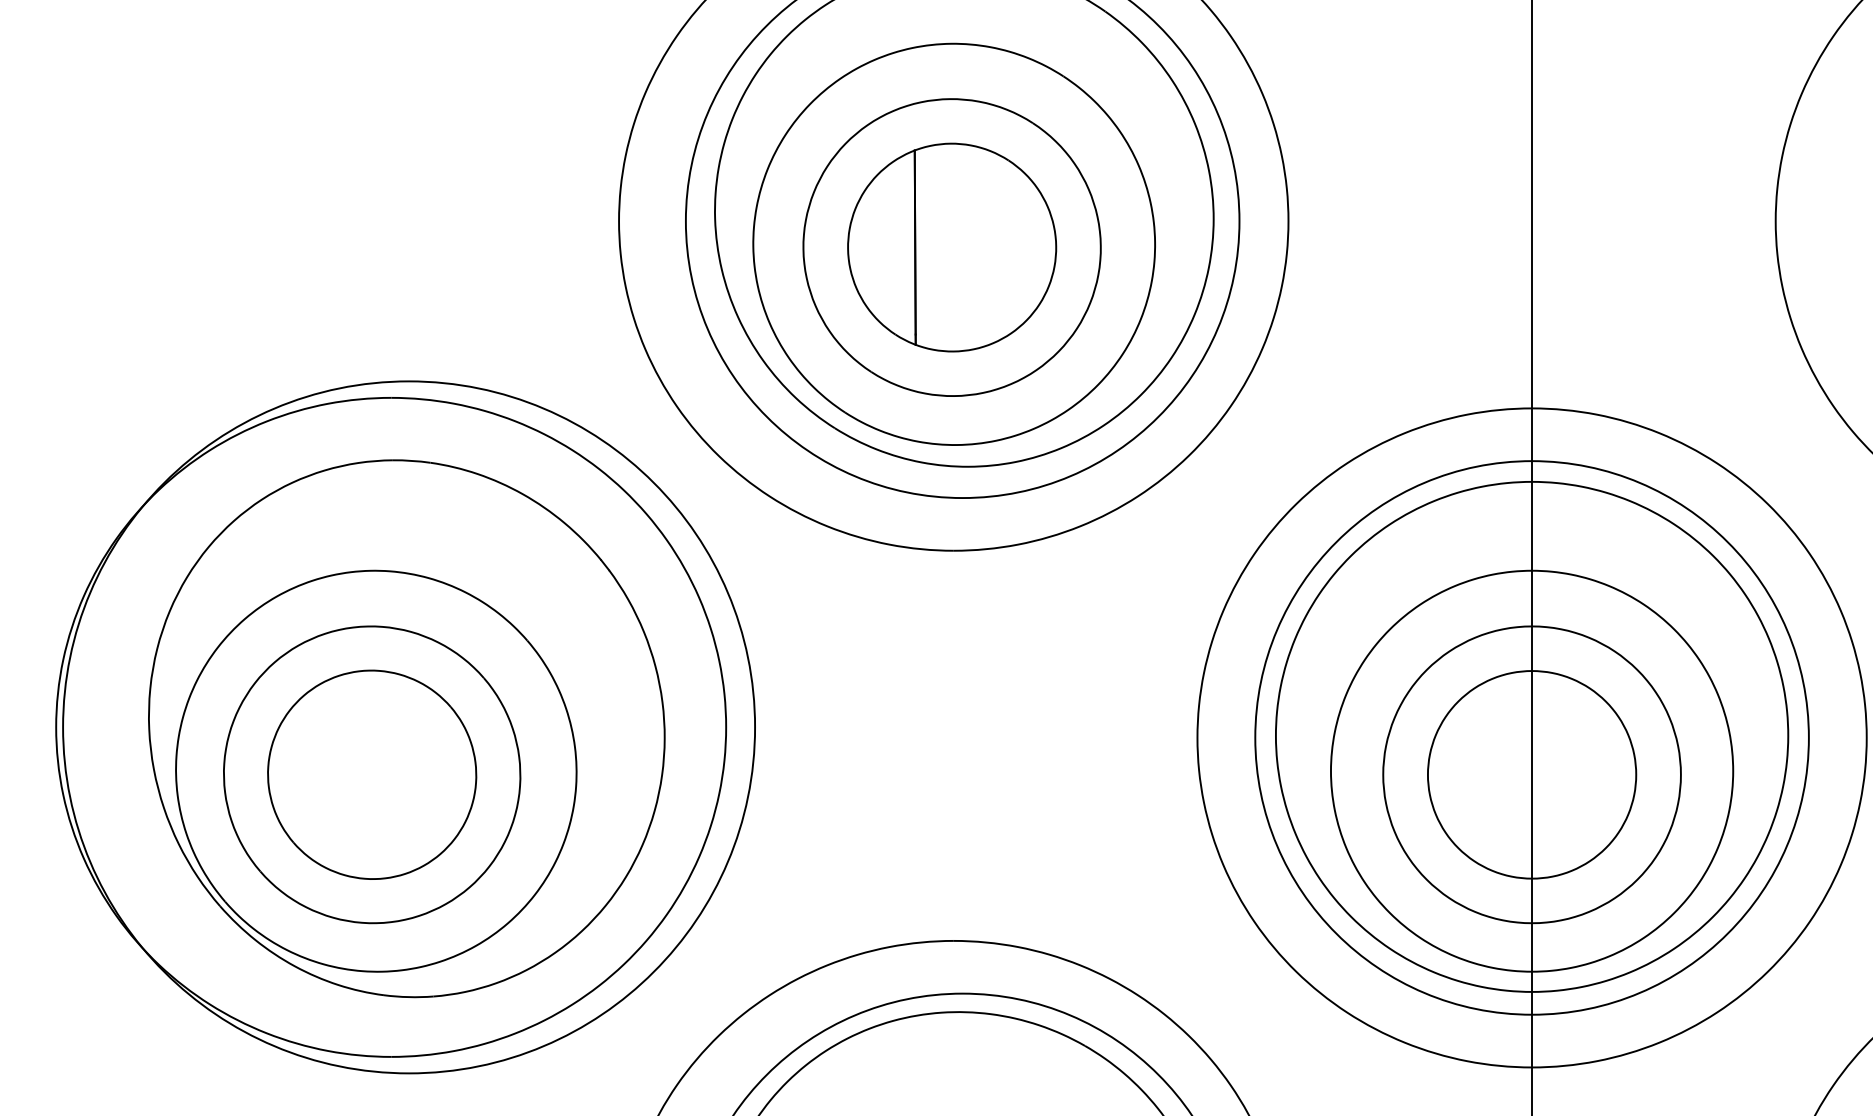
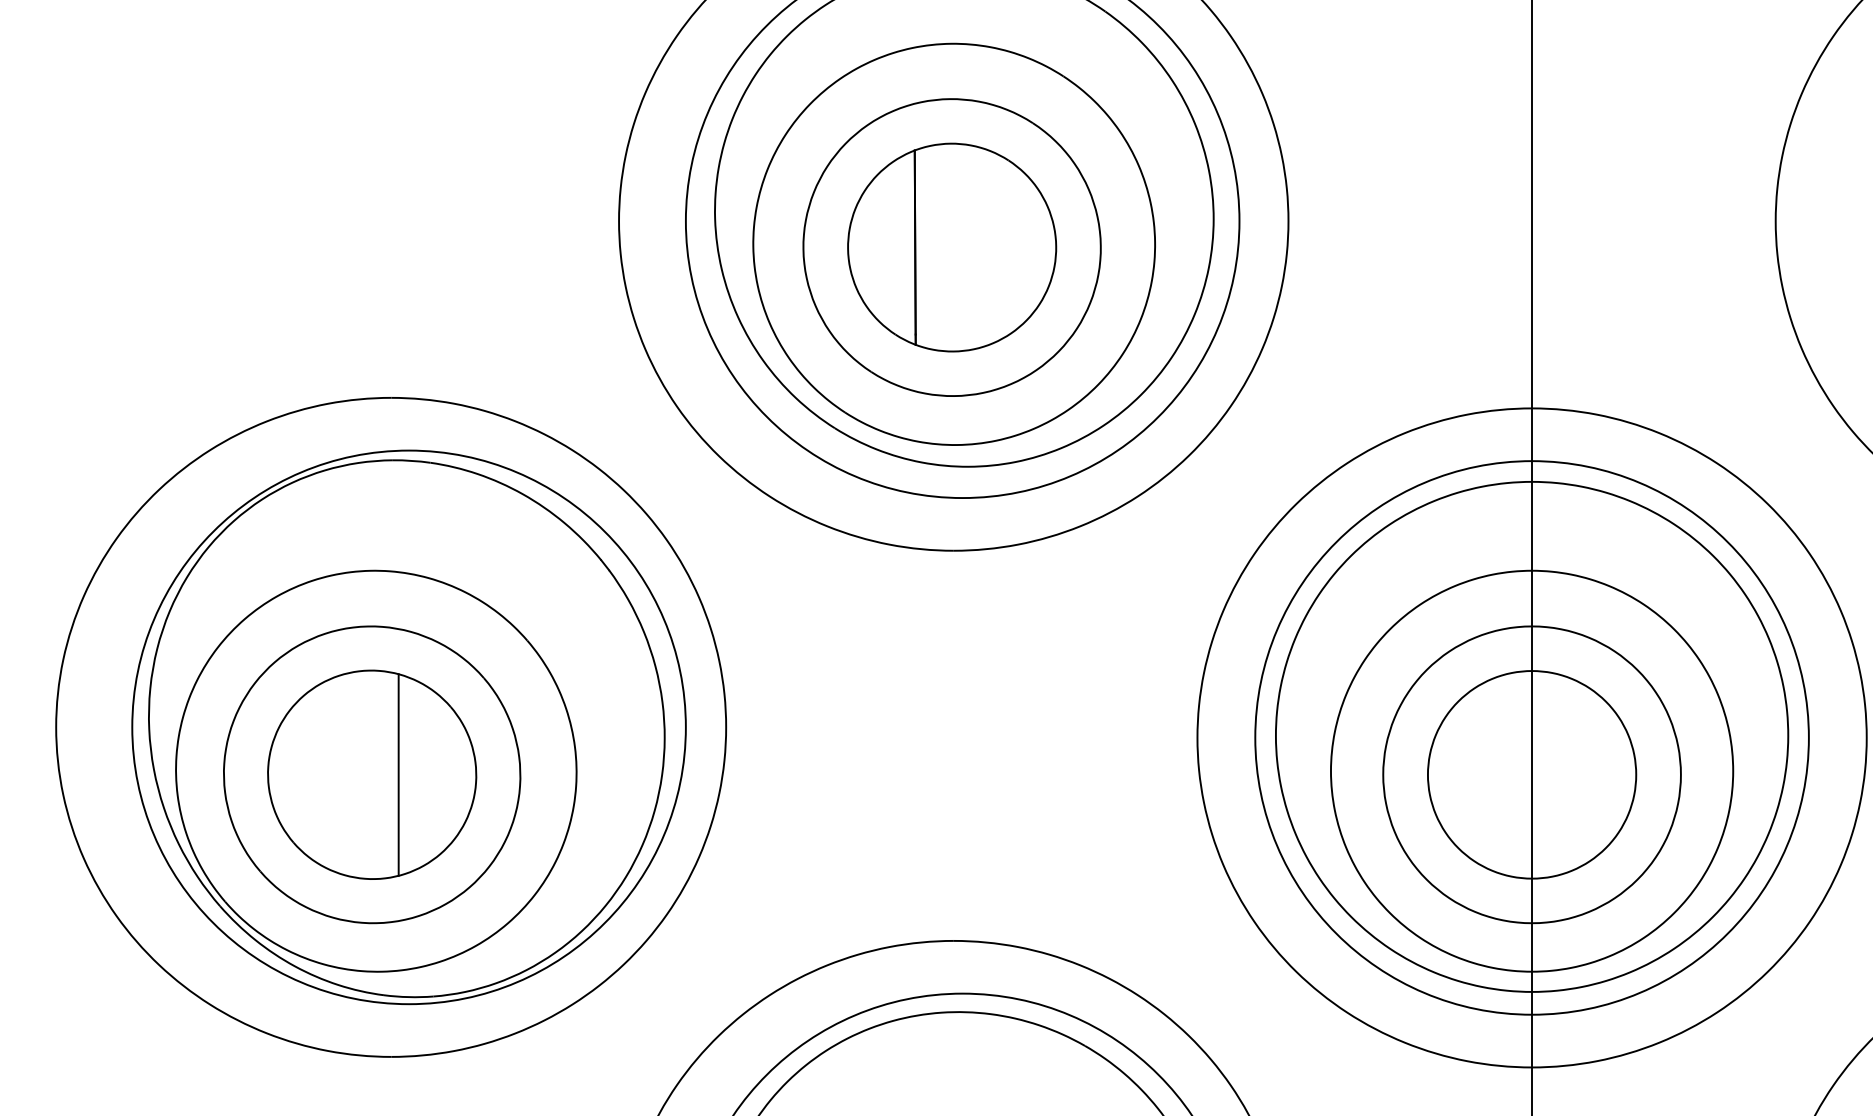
circle at (409, 727) diameter: 692 px -> 554 px
line at (398, 774): none -> present
